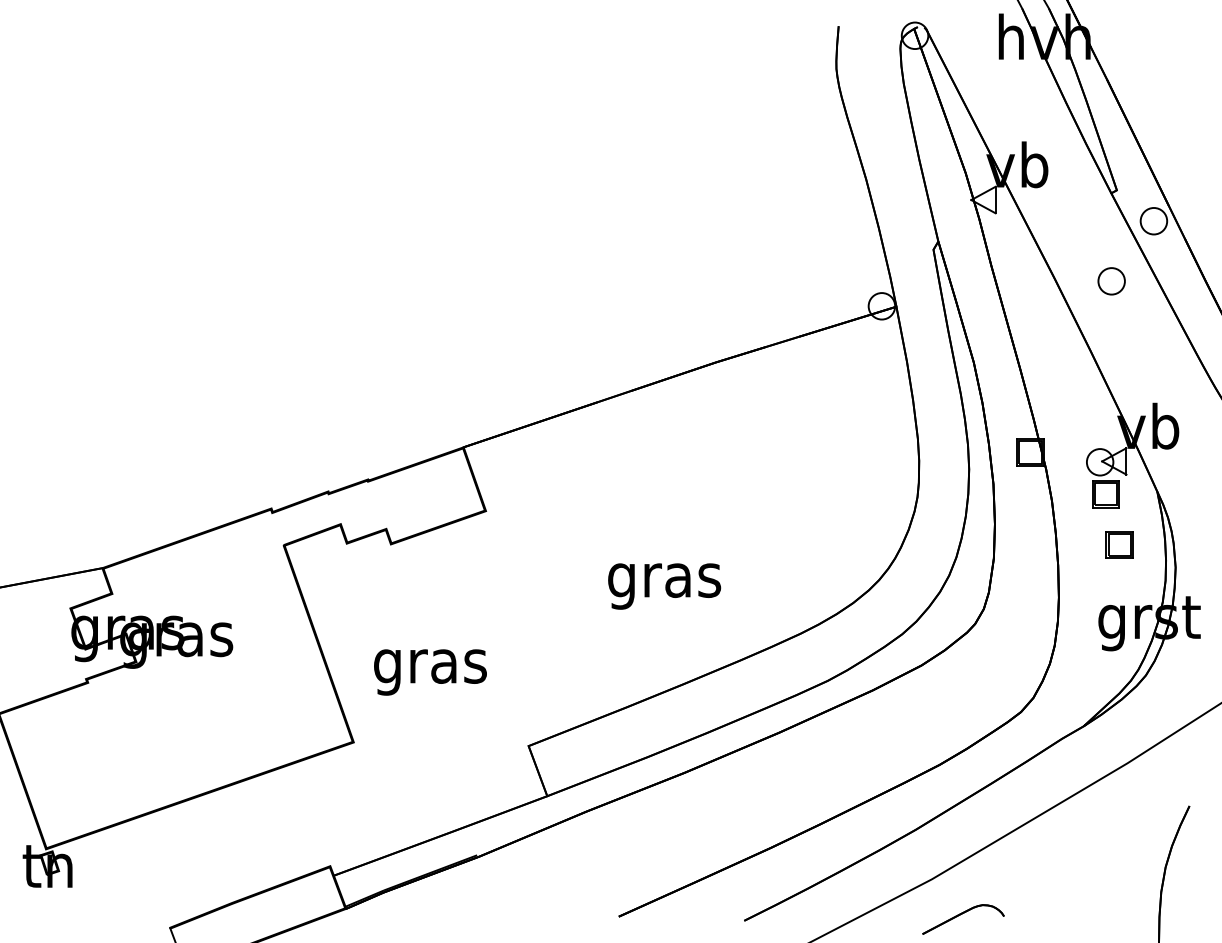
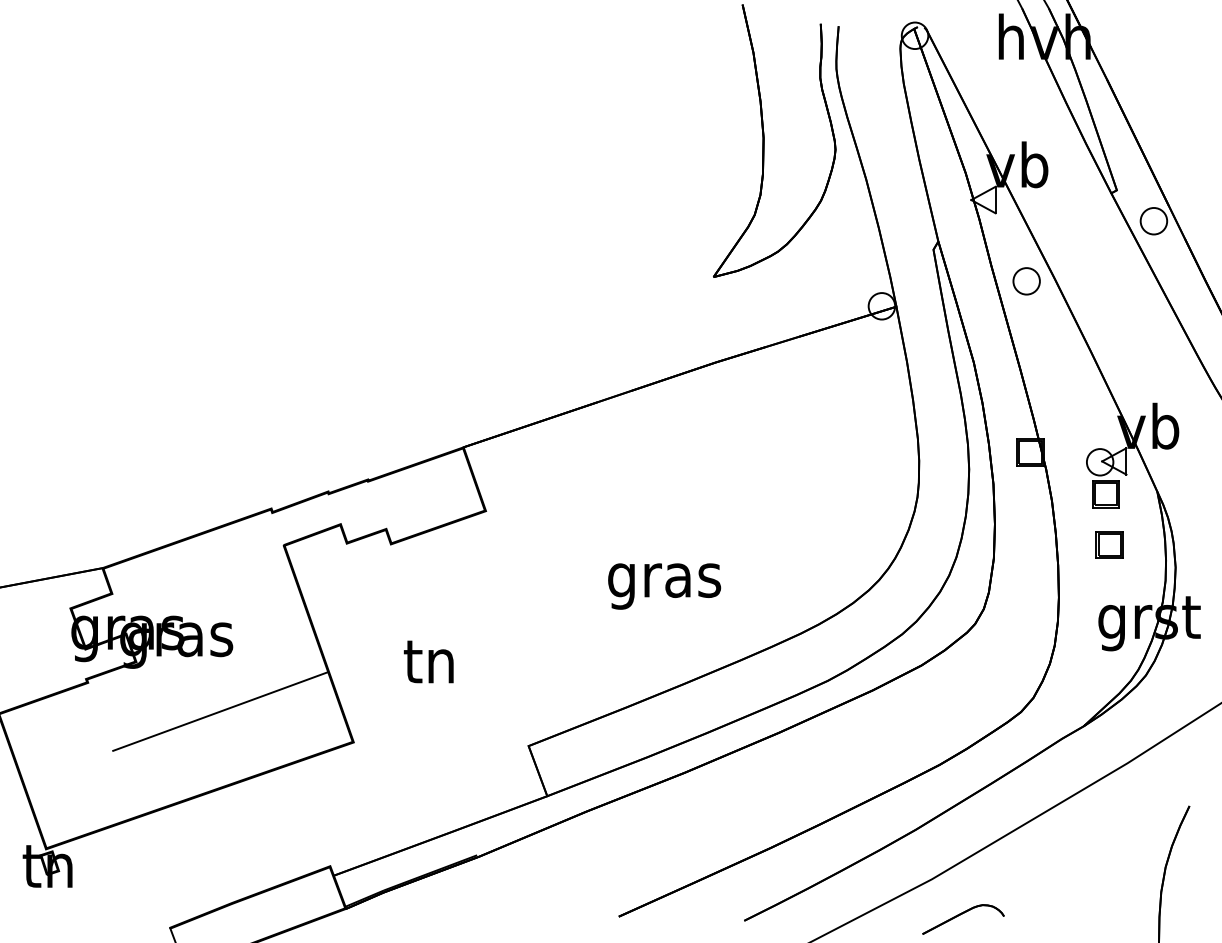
part at (764, 140): none -> present
part at (1111, 281) position: (1111, 281) -> (1026, 281)
part at (1119, 544) position: (1119, 544) -> (1109, 544)
text at (430, 667): gras -> tn
line at (220, 711): none -> present
